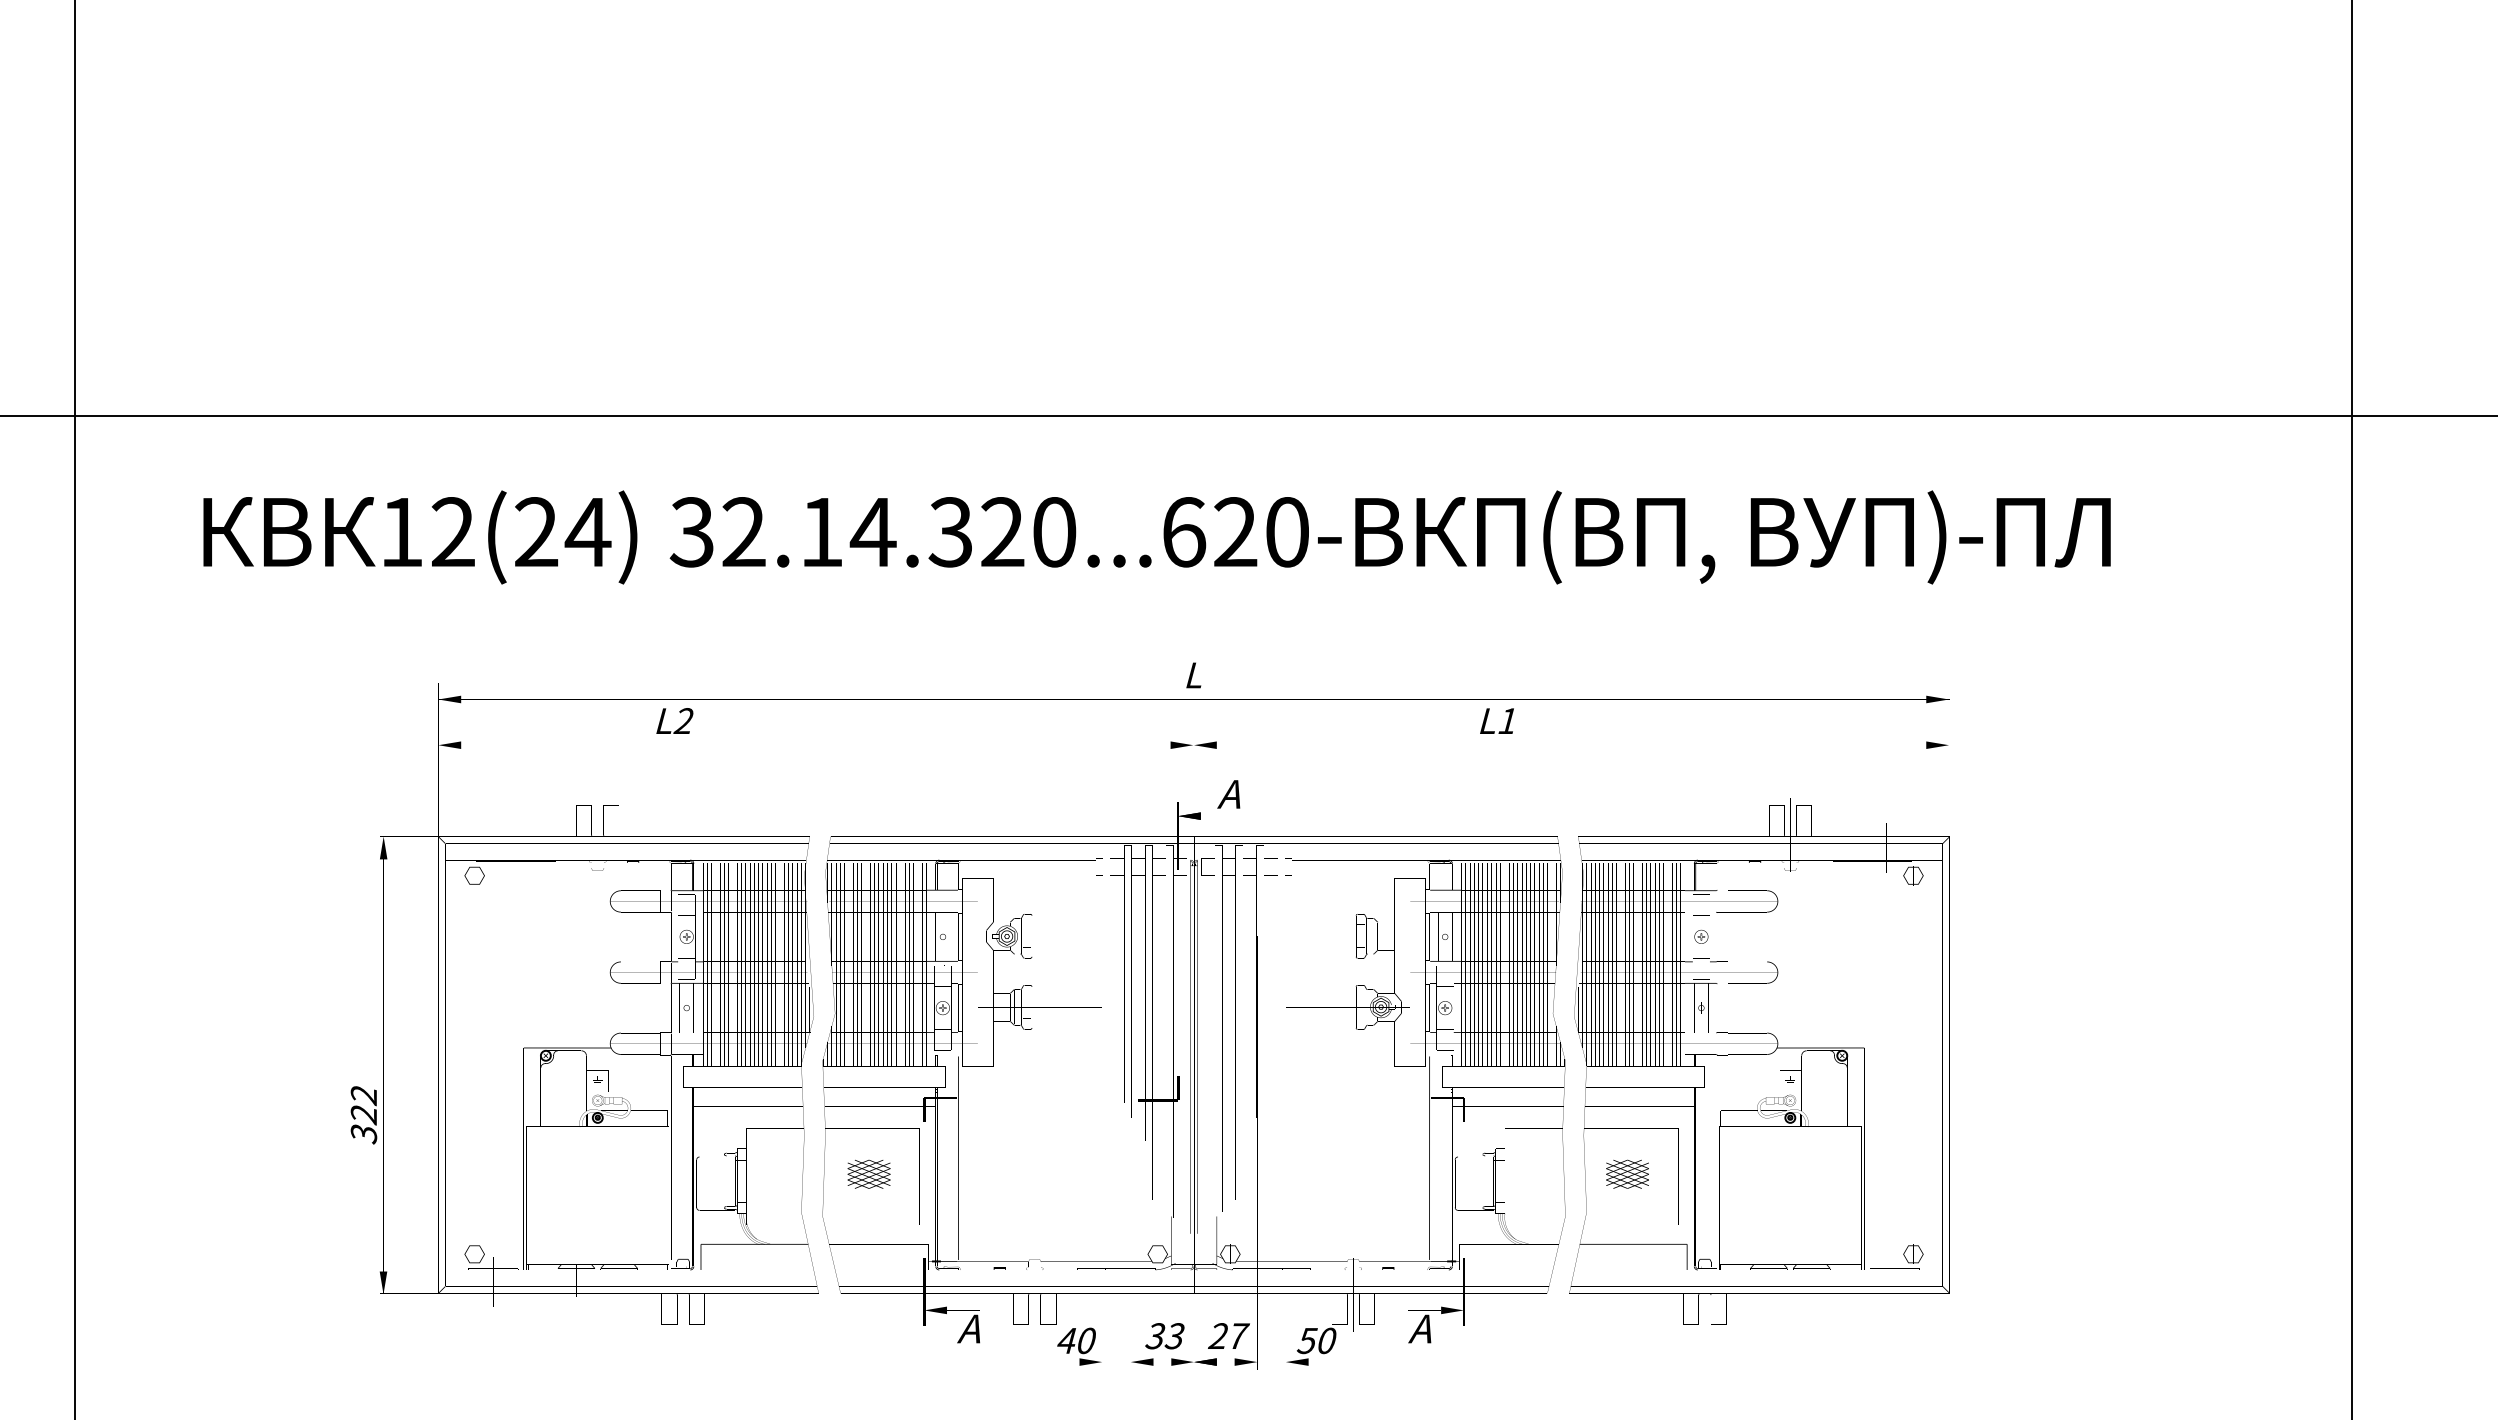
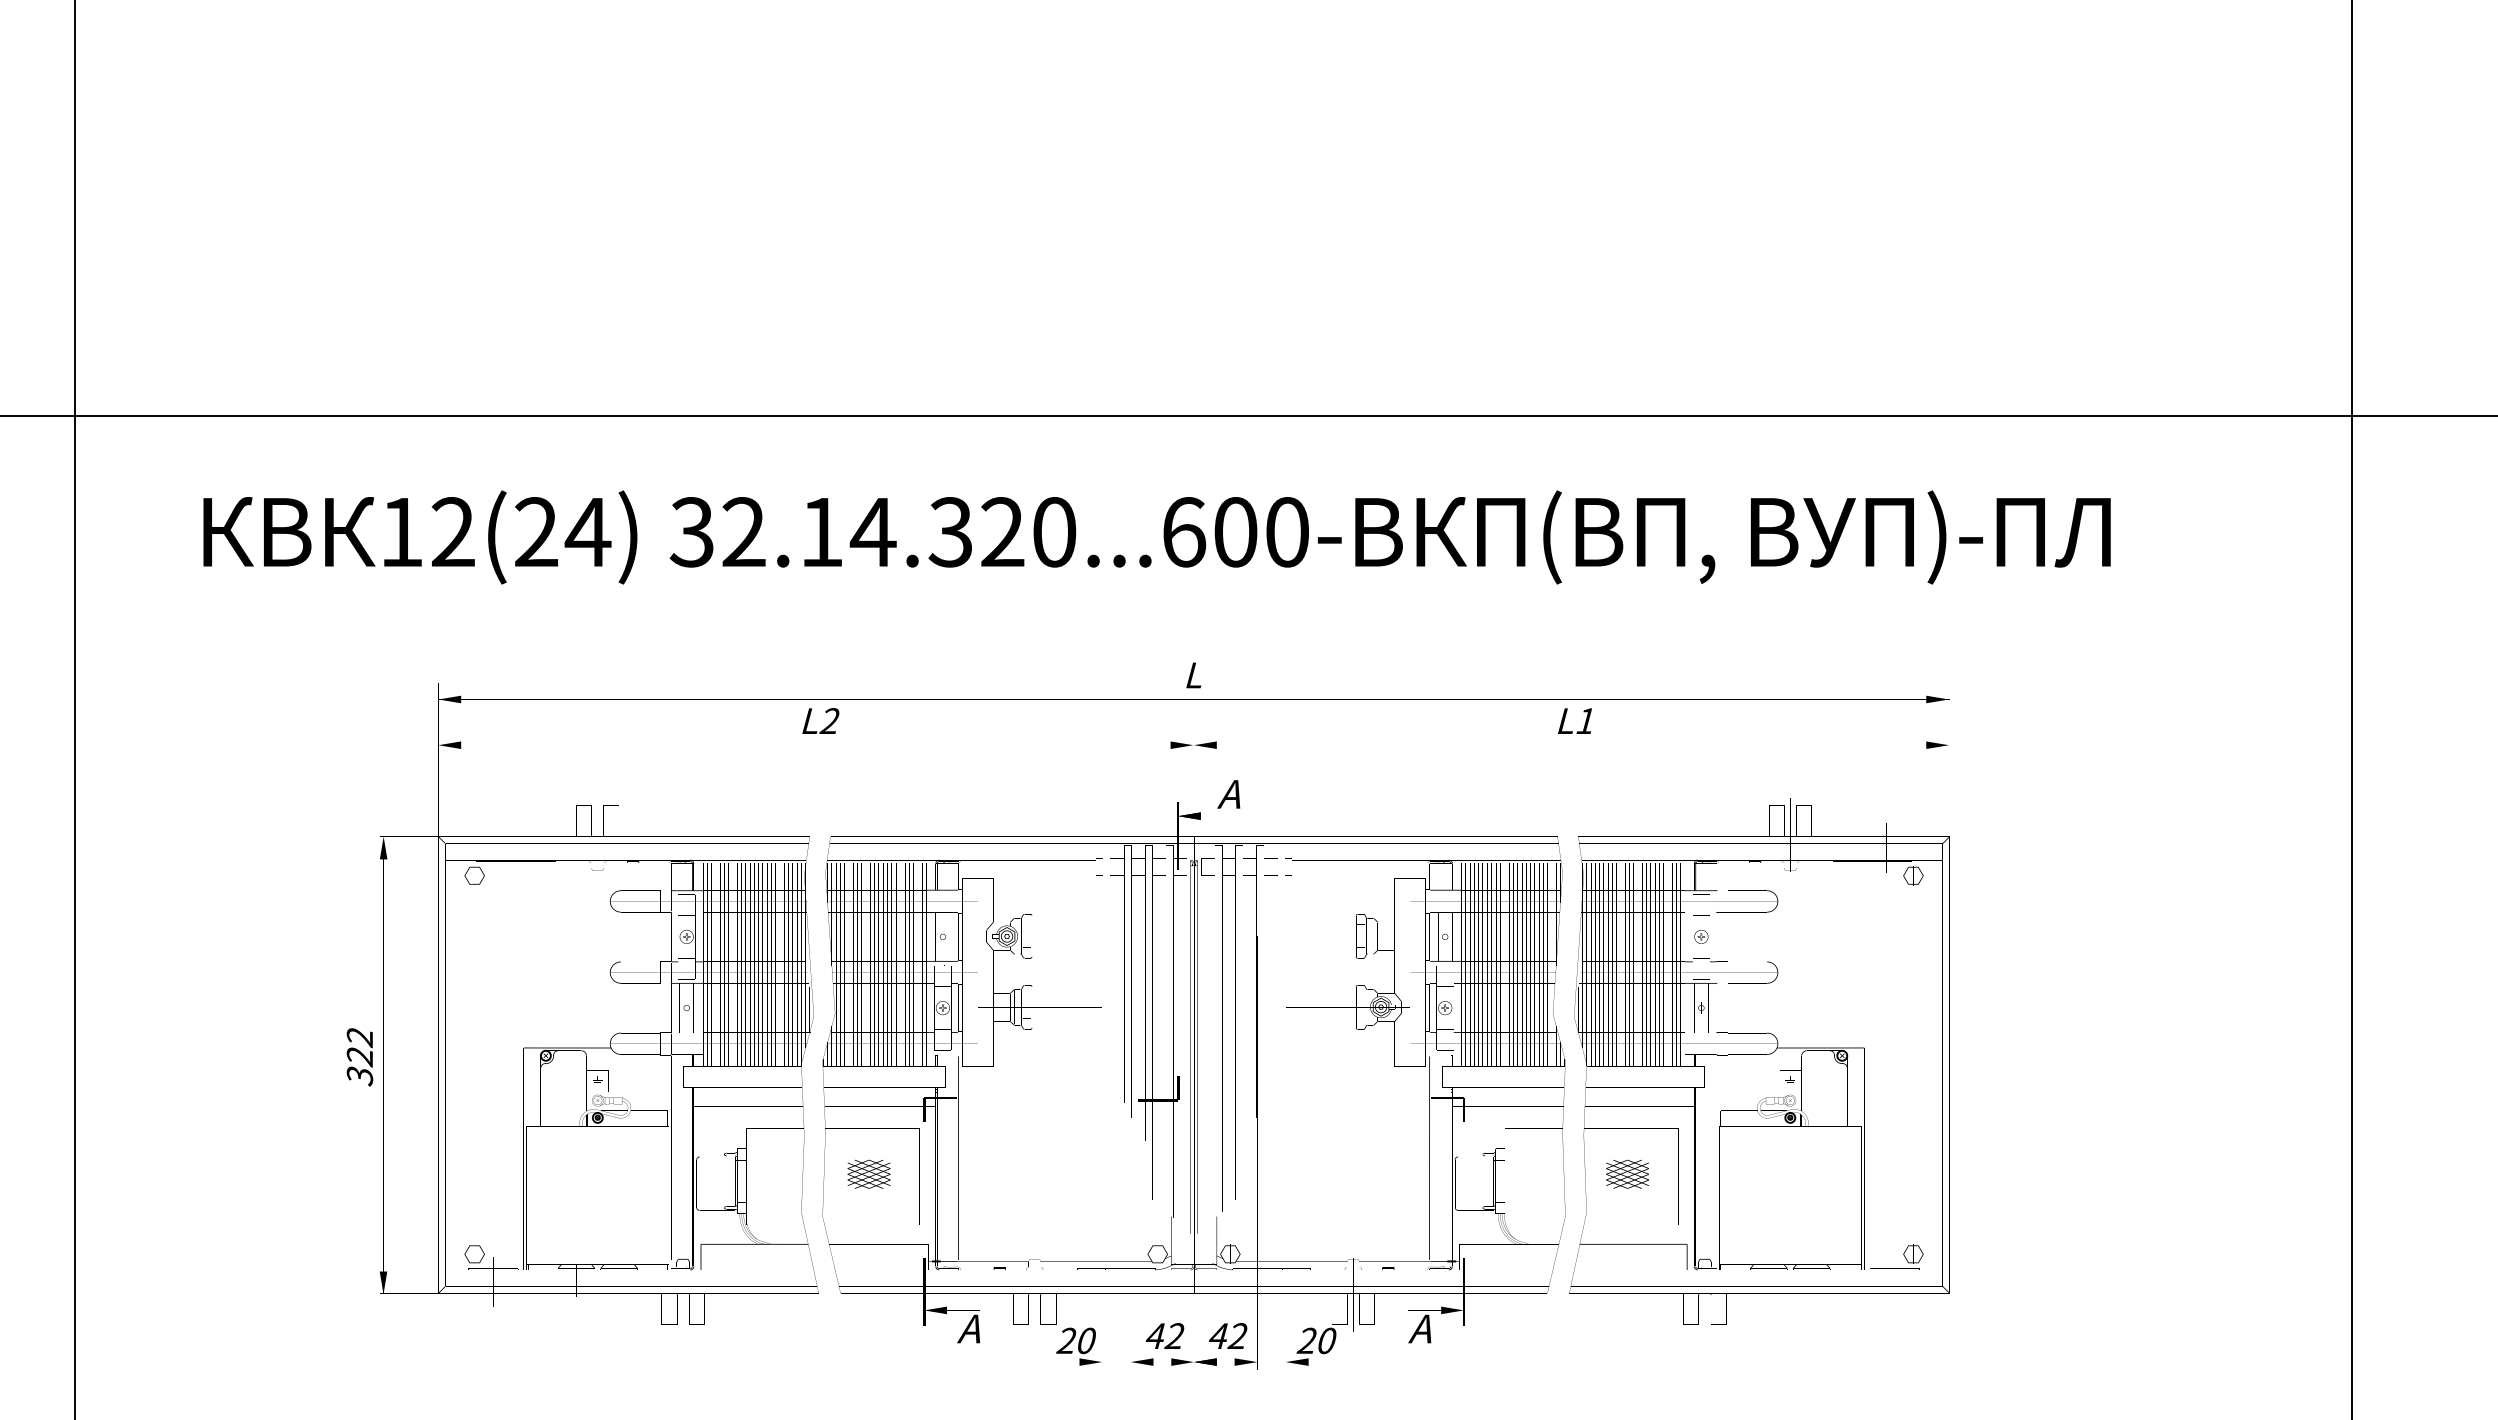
text at (1235, 532): 32.14.320...620- -> 32.14.320...600-
text at (674, 720) position: (674, 720) -> (820, 720)
text at (1496, 720) position: (1496, 720) -> (1574, 720)
text at (363, 1115) position: (363, 1115) -> (359, 1057)
text at (1228, 1335): 27 -> 42
text at (1164, 1336): 33 -> 42
text at (1066, 1340): 40 -> 20
text at (1306, 1340): 50 -> 20
